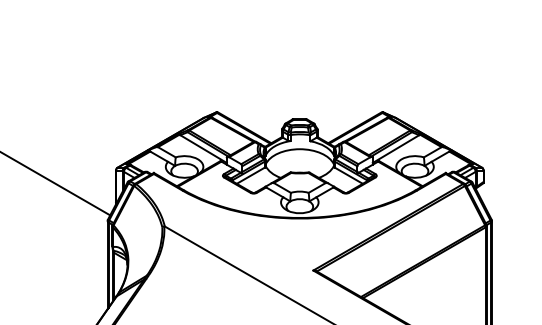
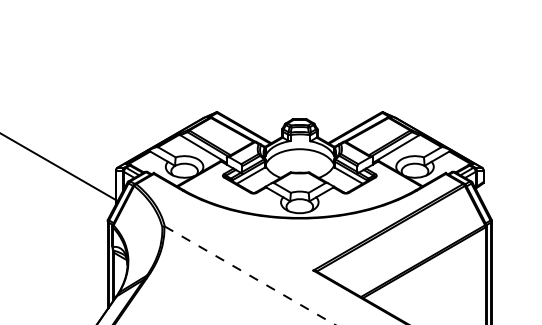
line at (56, 184) position: (56, 184) -> (60, 167)
line at (250, 275): solid -> dashed
